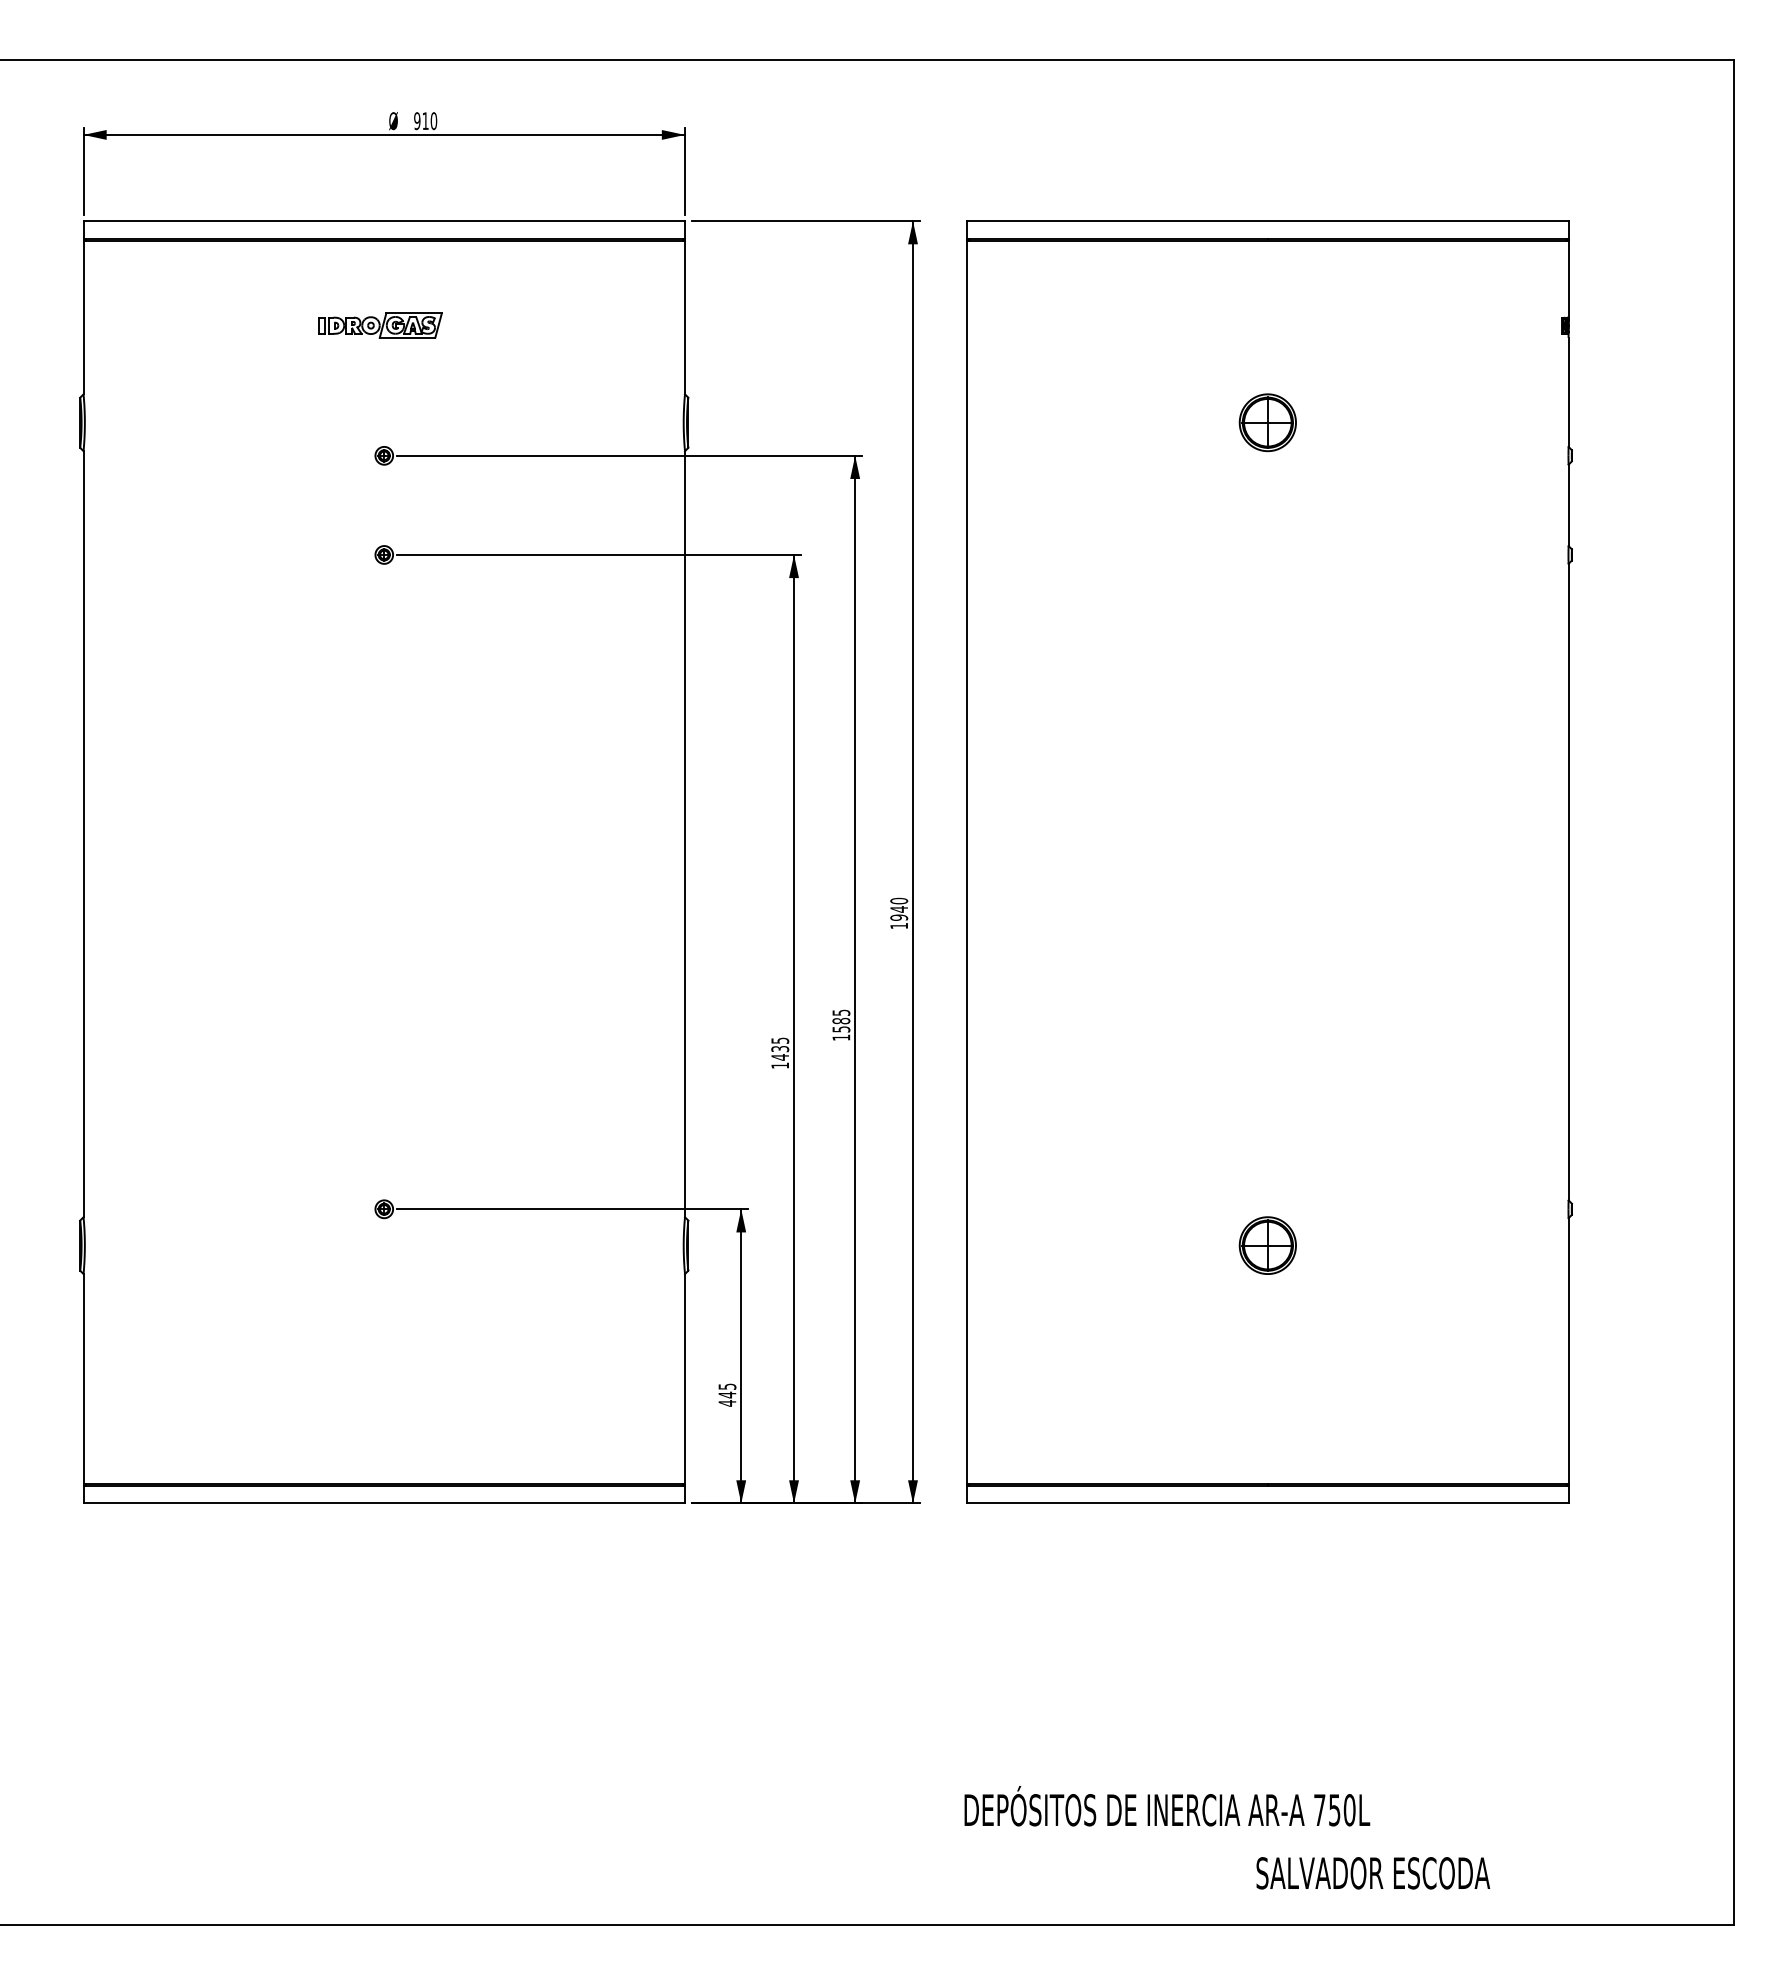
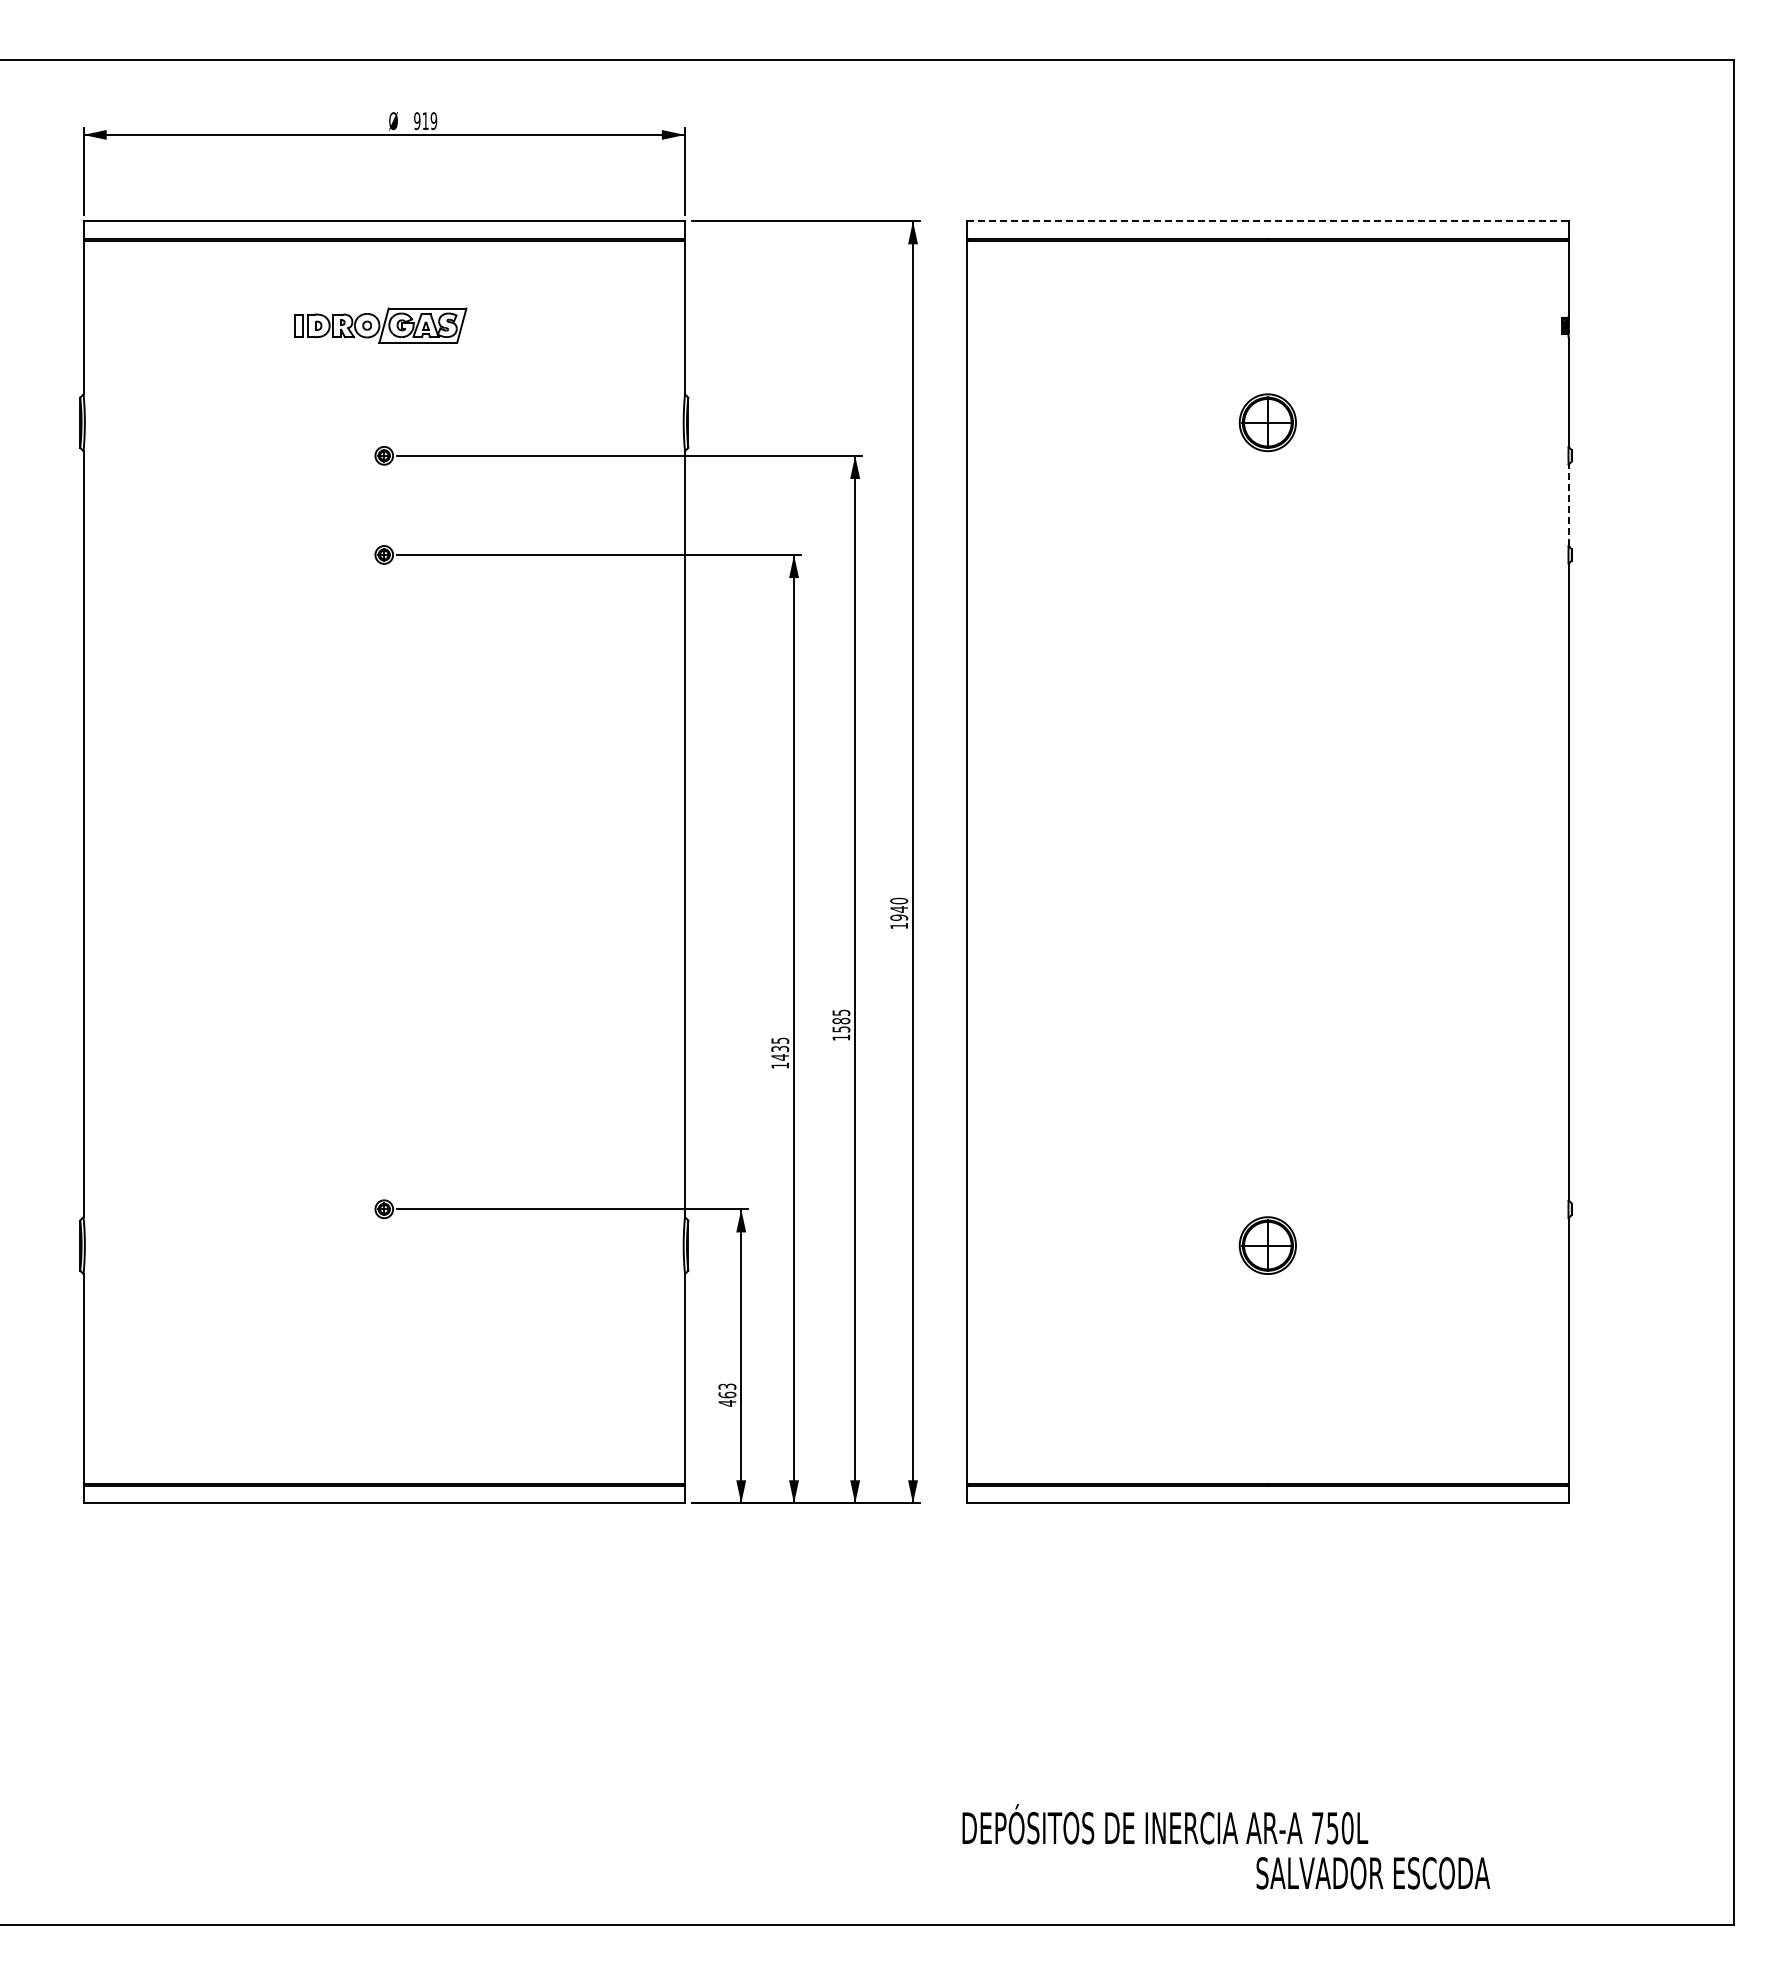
text at (433, 121): 910 -> 919
line at (1267, 221): solid -> dashed
part at (380, 325) size: 125x27 px -> 174x37 px
line at (1568, 505): solid -> dashed
text at (727, 1390): 445 -> 463
text at (1167, 1806) position: (1167, 1806) -> (1165, 1824)
